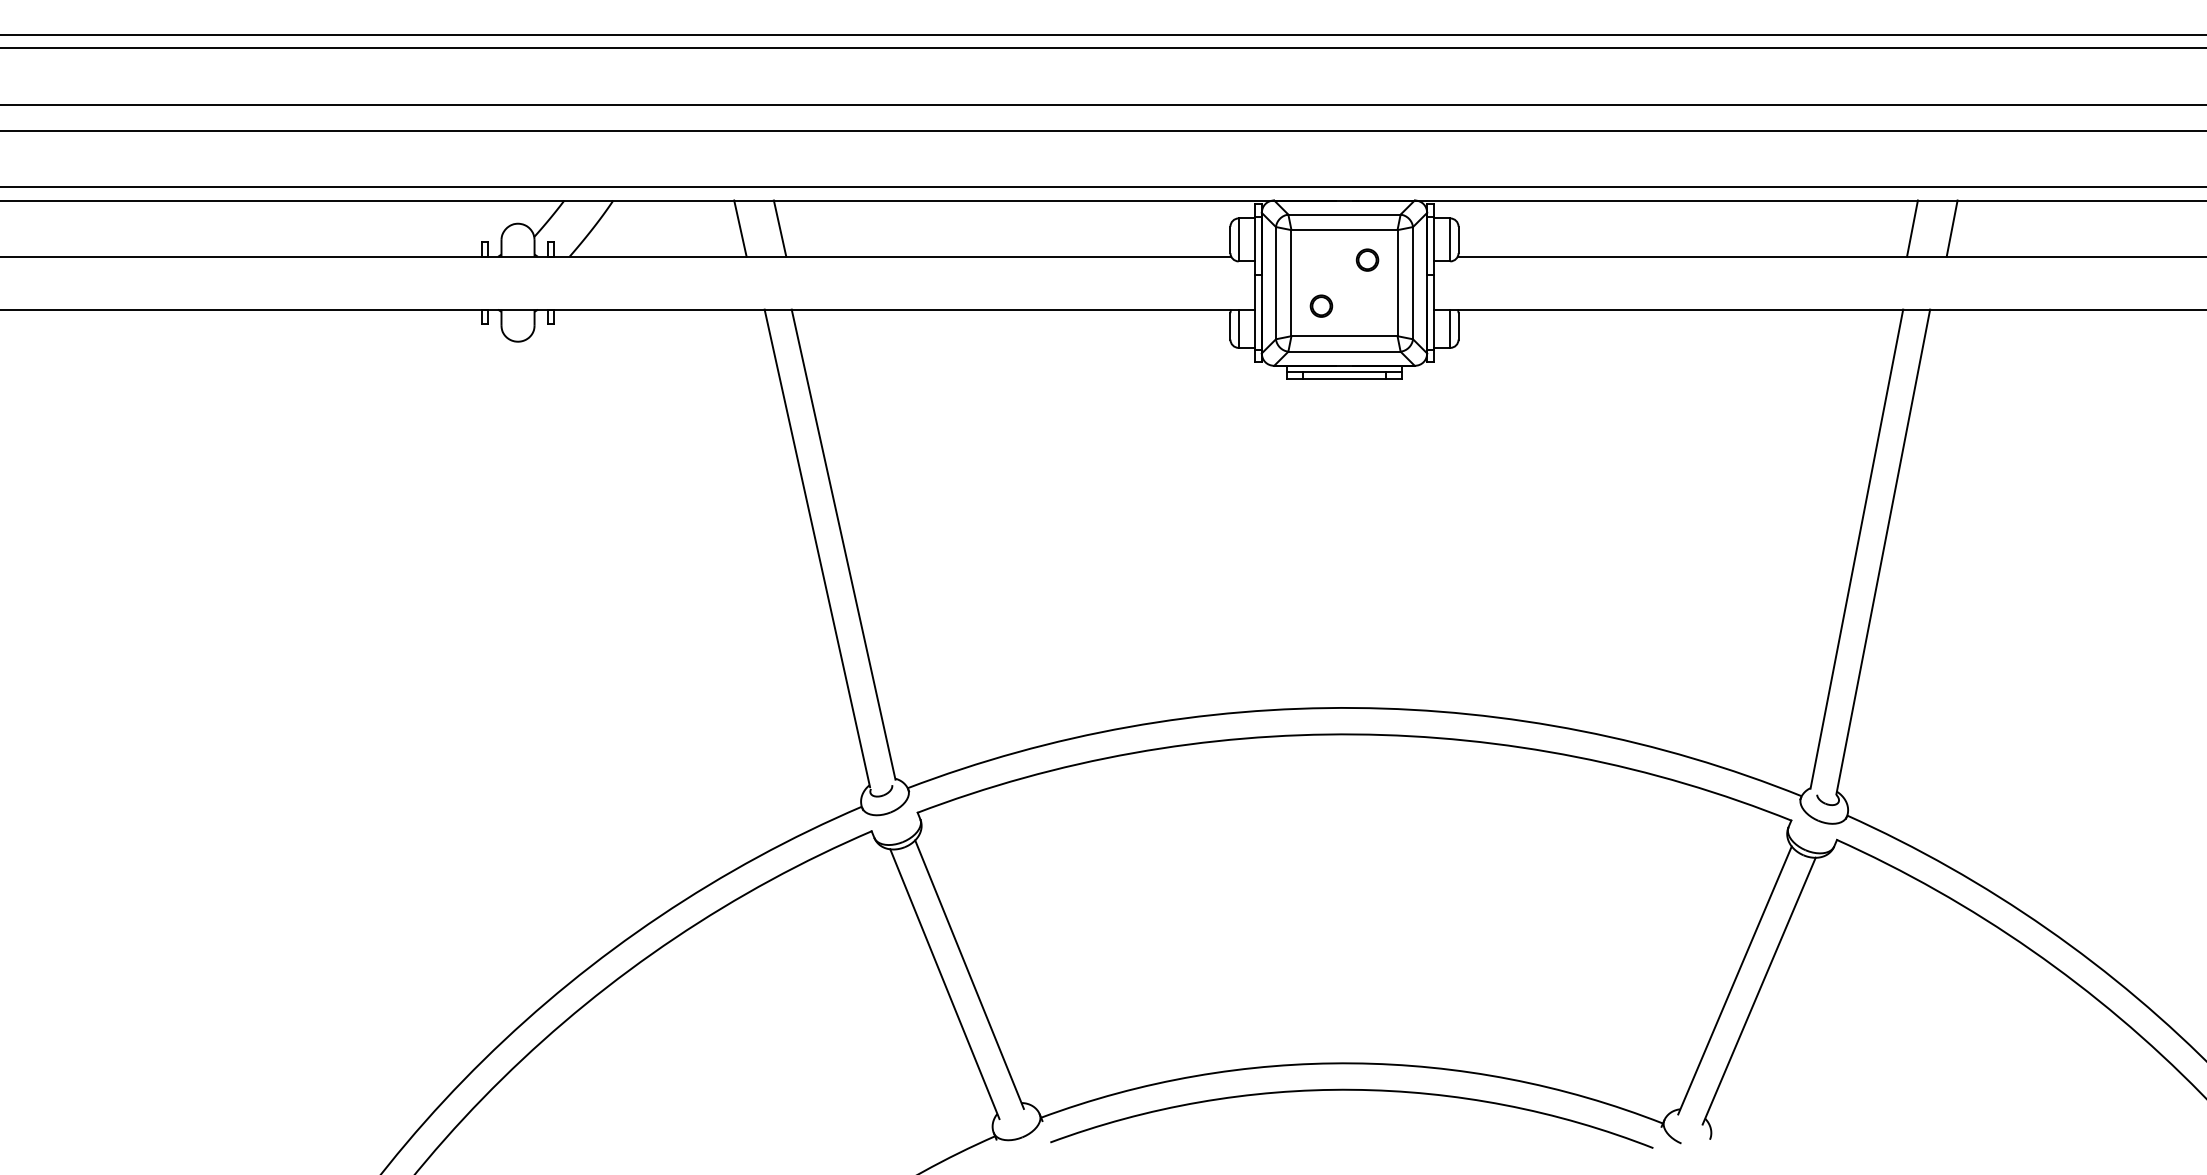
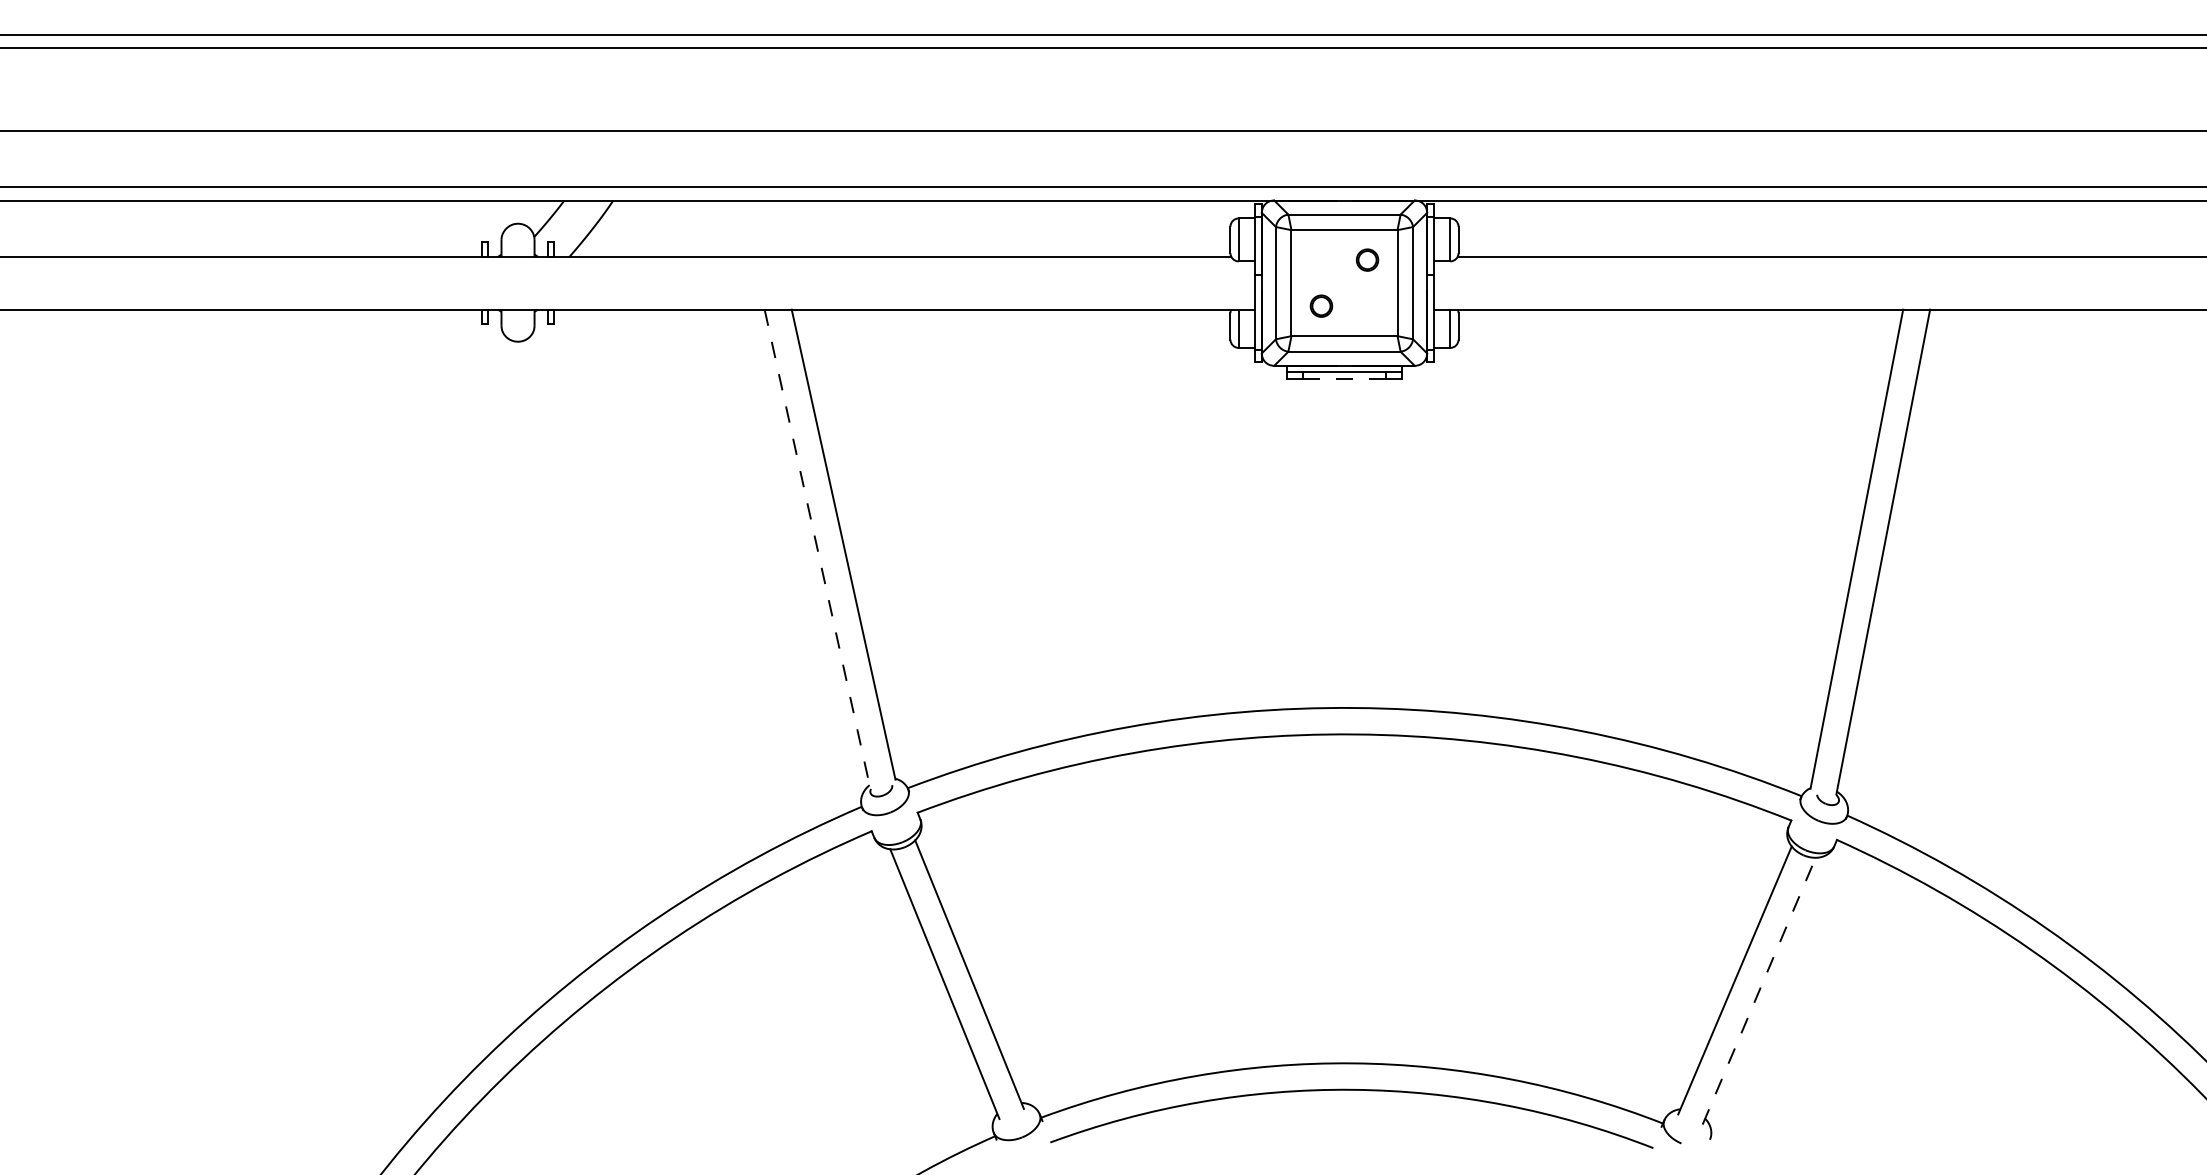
line at (1102, 104): present -> none
line at (740, 228): present -> none
line at (779, 228): present -> none
line at (1912, 228): present -> none
line at (1951, 228): present -> none
line at (1344, 379): solid -> dashed
line at (817, 548): solid -> dashed
line at (1759, 991): solid -> dashed
